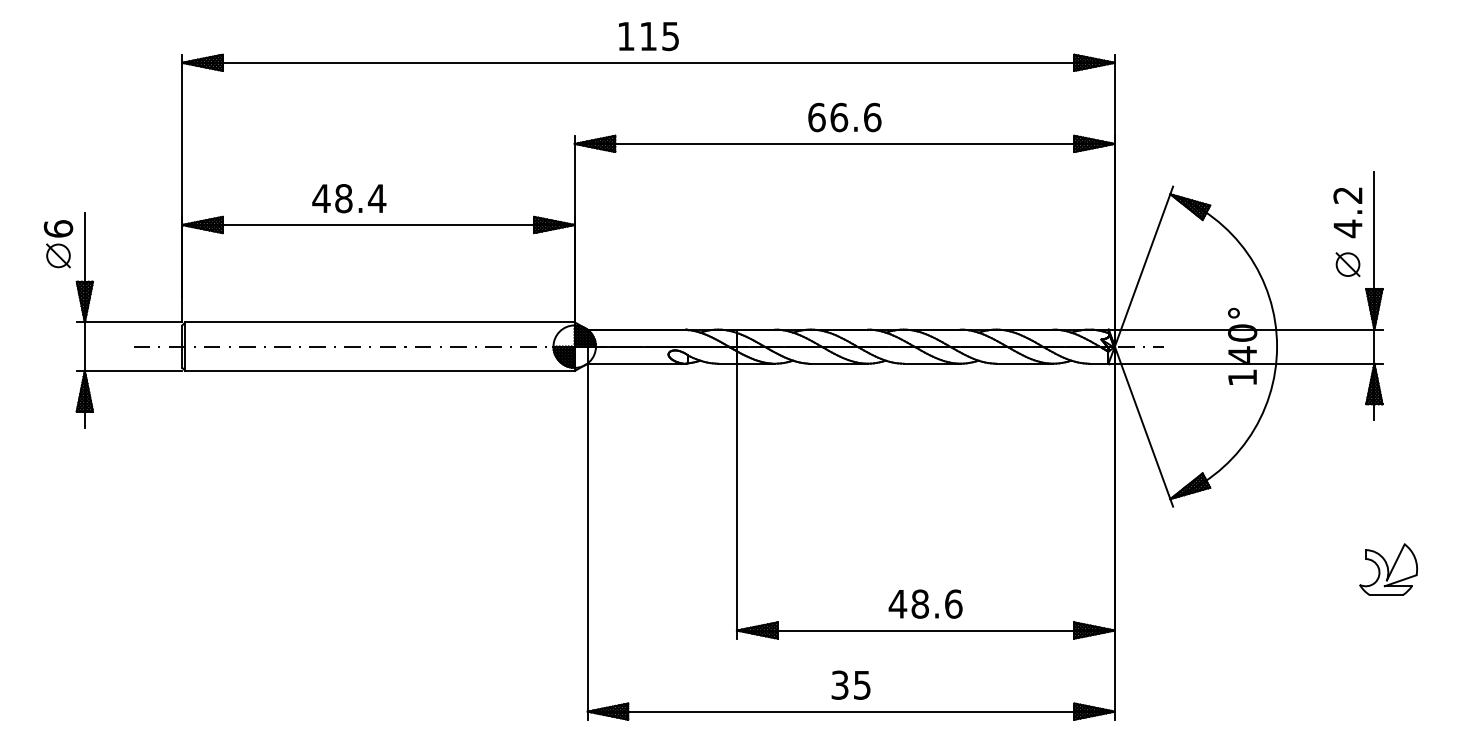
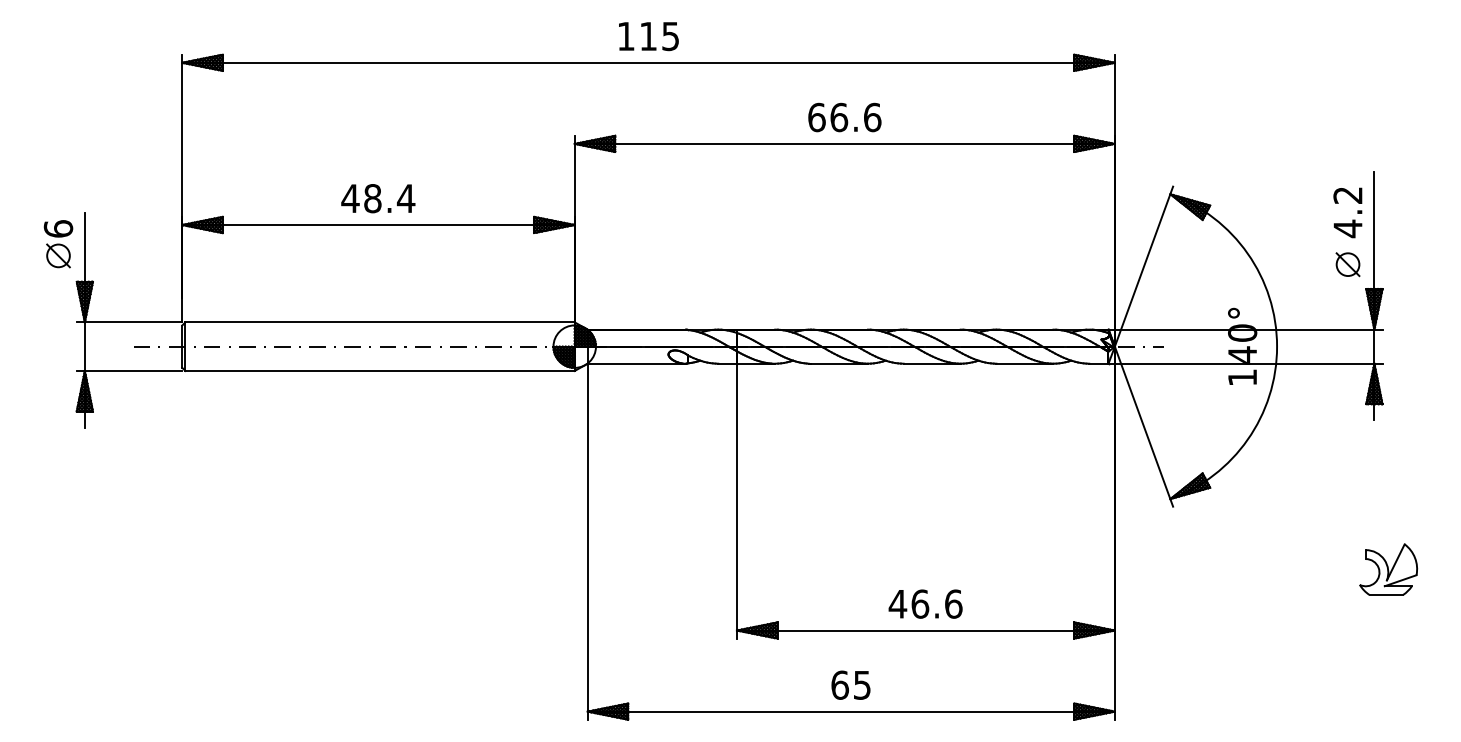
text at (349, 198) position: (349, 198) -> (378, 198)
text at (920, 603): 48.6 -> 46.6
text at (839, 684): 35 -> 65
